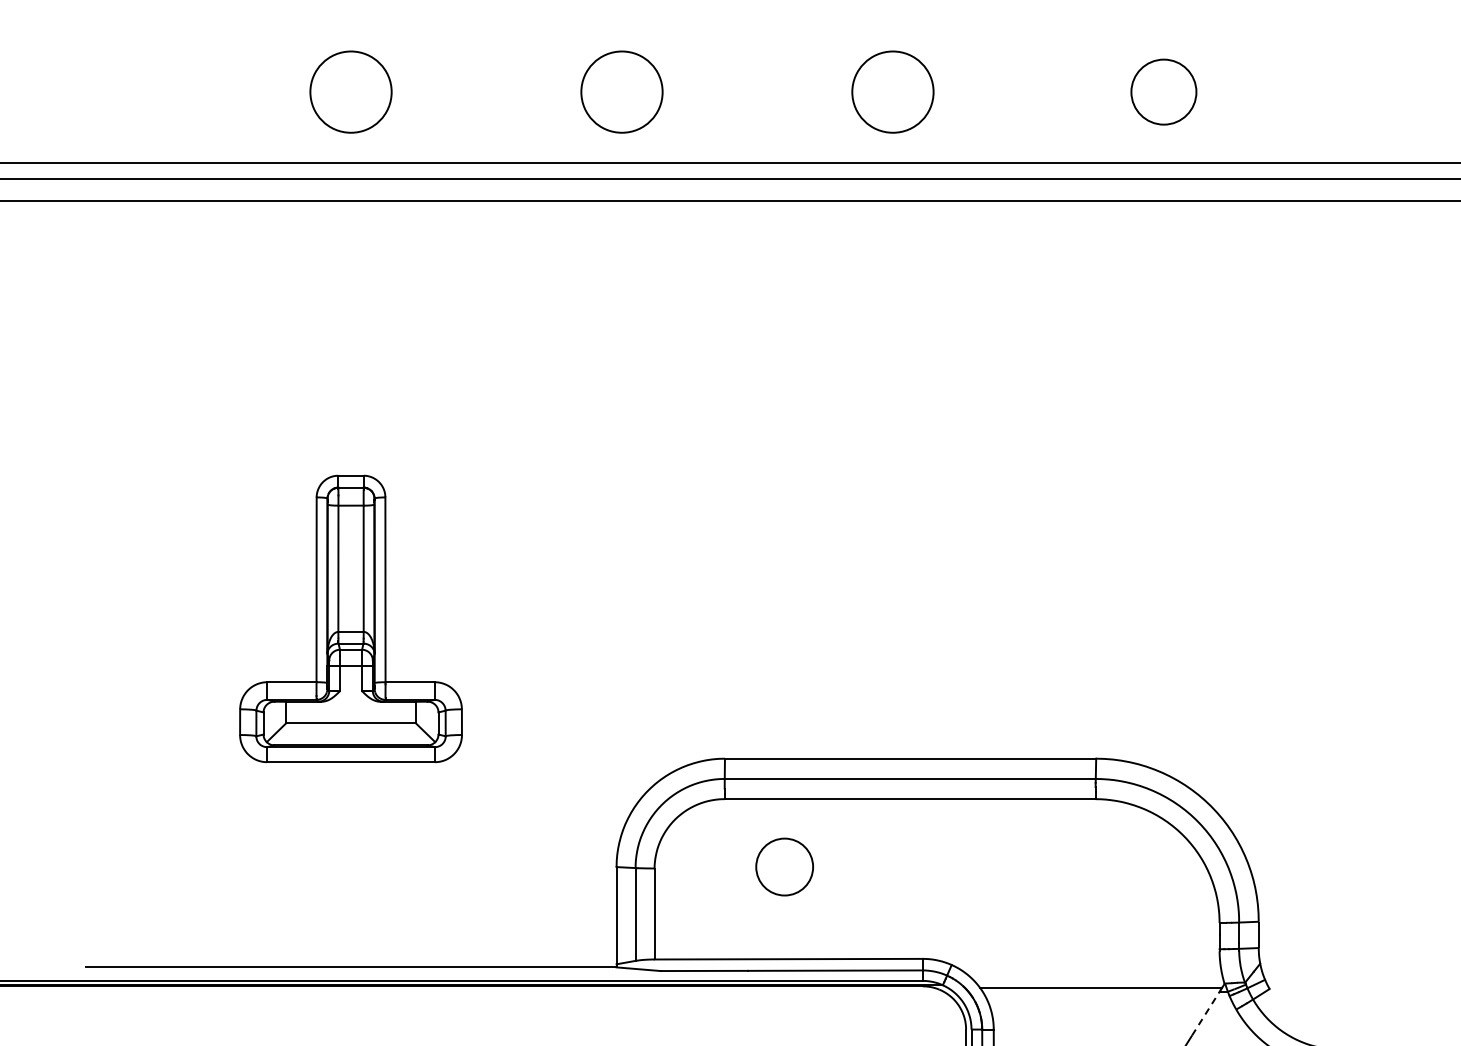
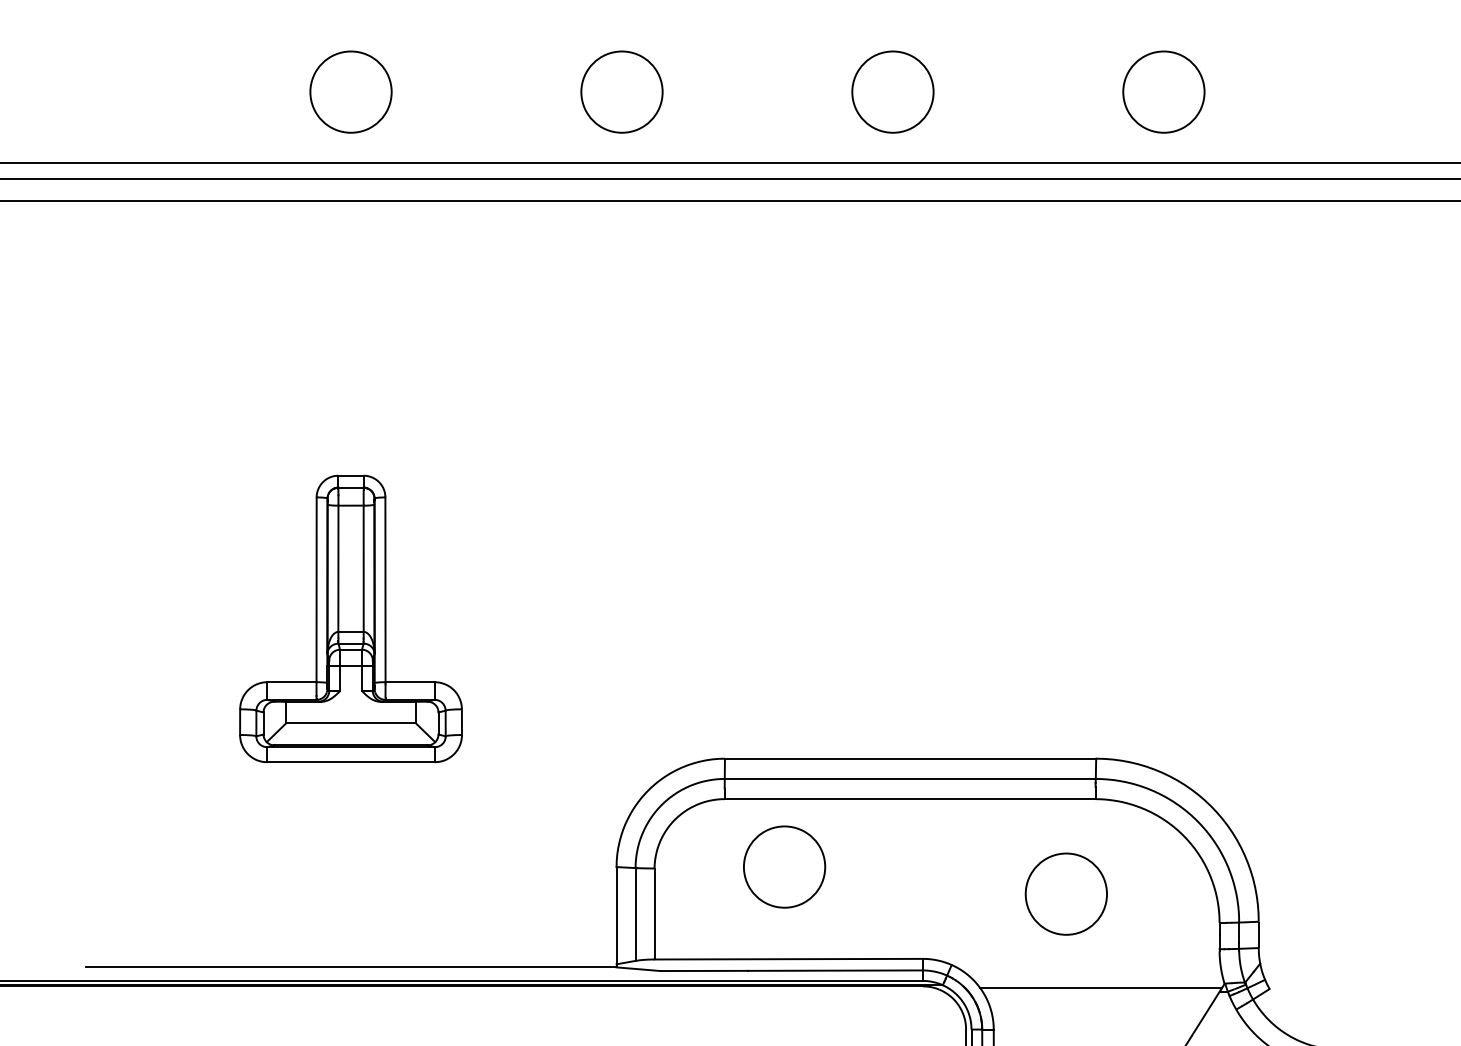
circle at (1163, 91) diameter: 65 px -> 81 px
circle at (784, 866) size: 59x60 px -> 84x84 px
circle at (1065, 893): none -> present
line at (1206, 1012): dashed -> solid
